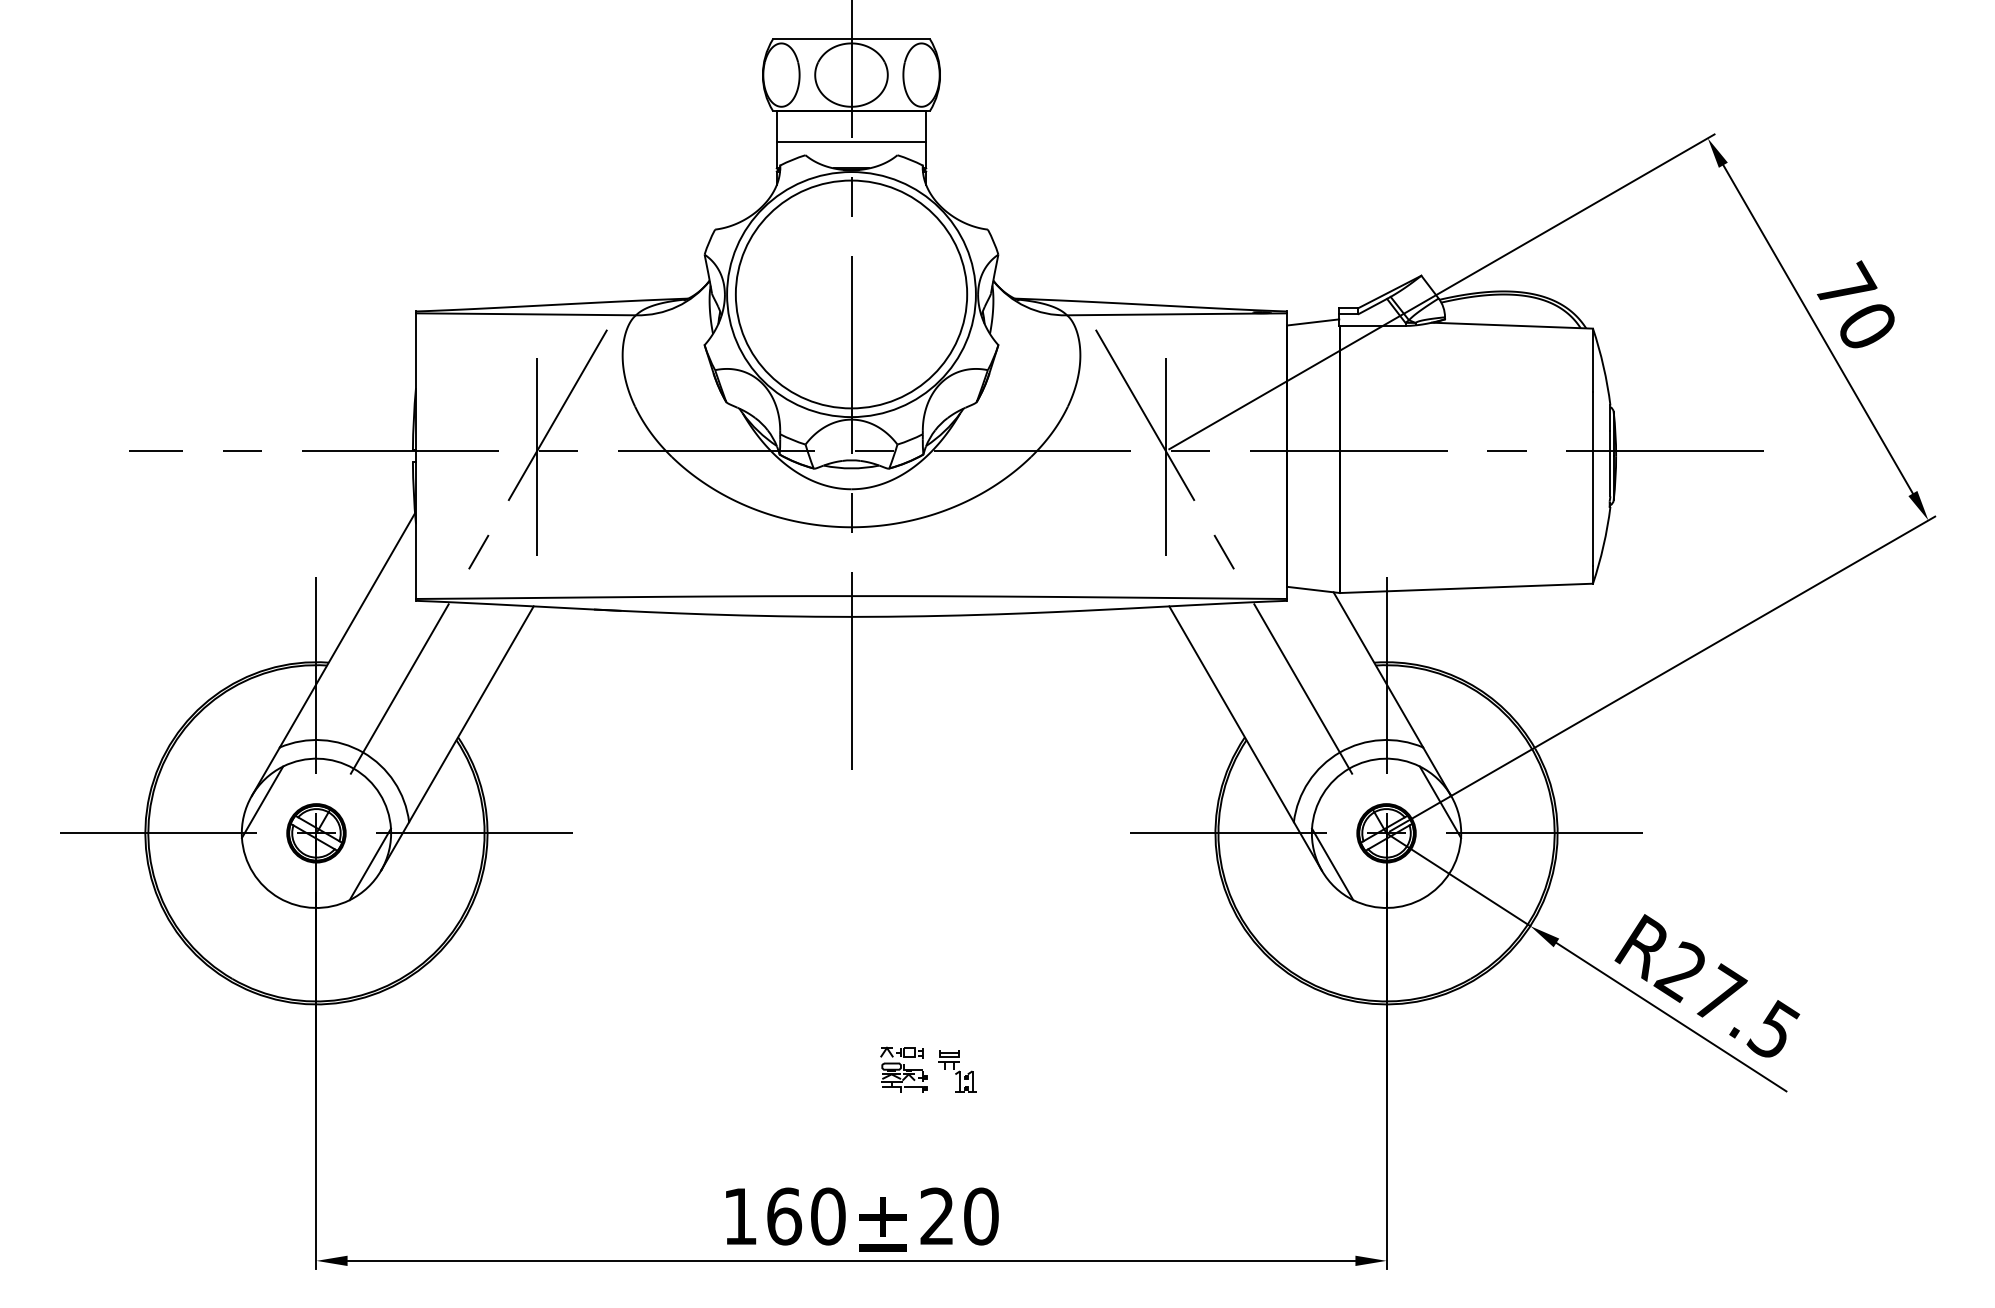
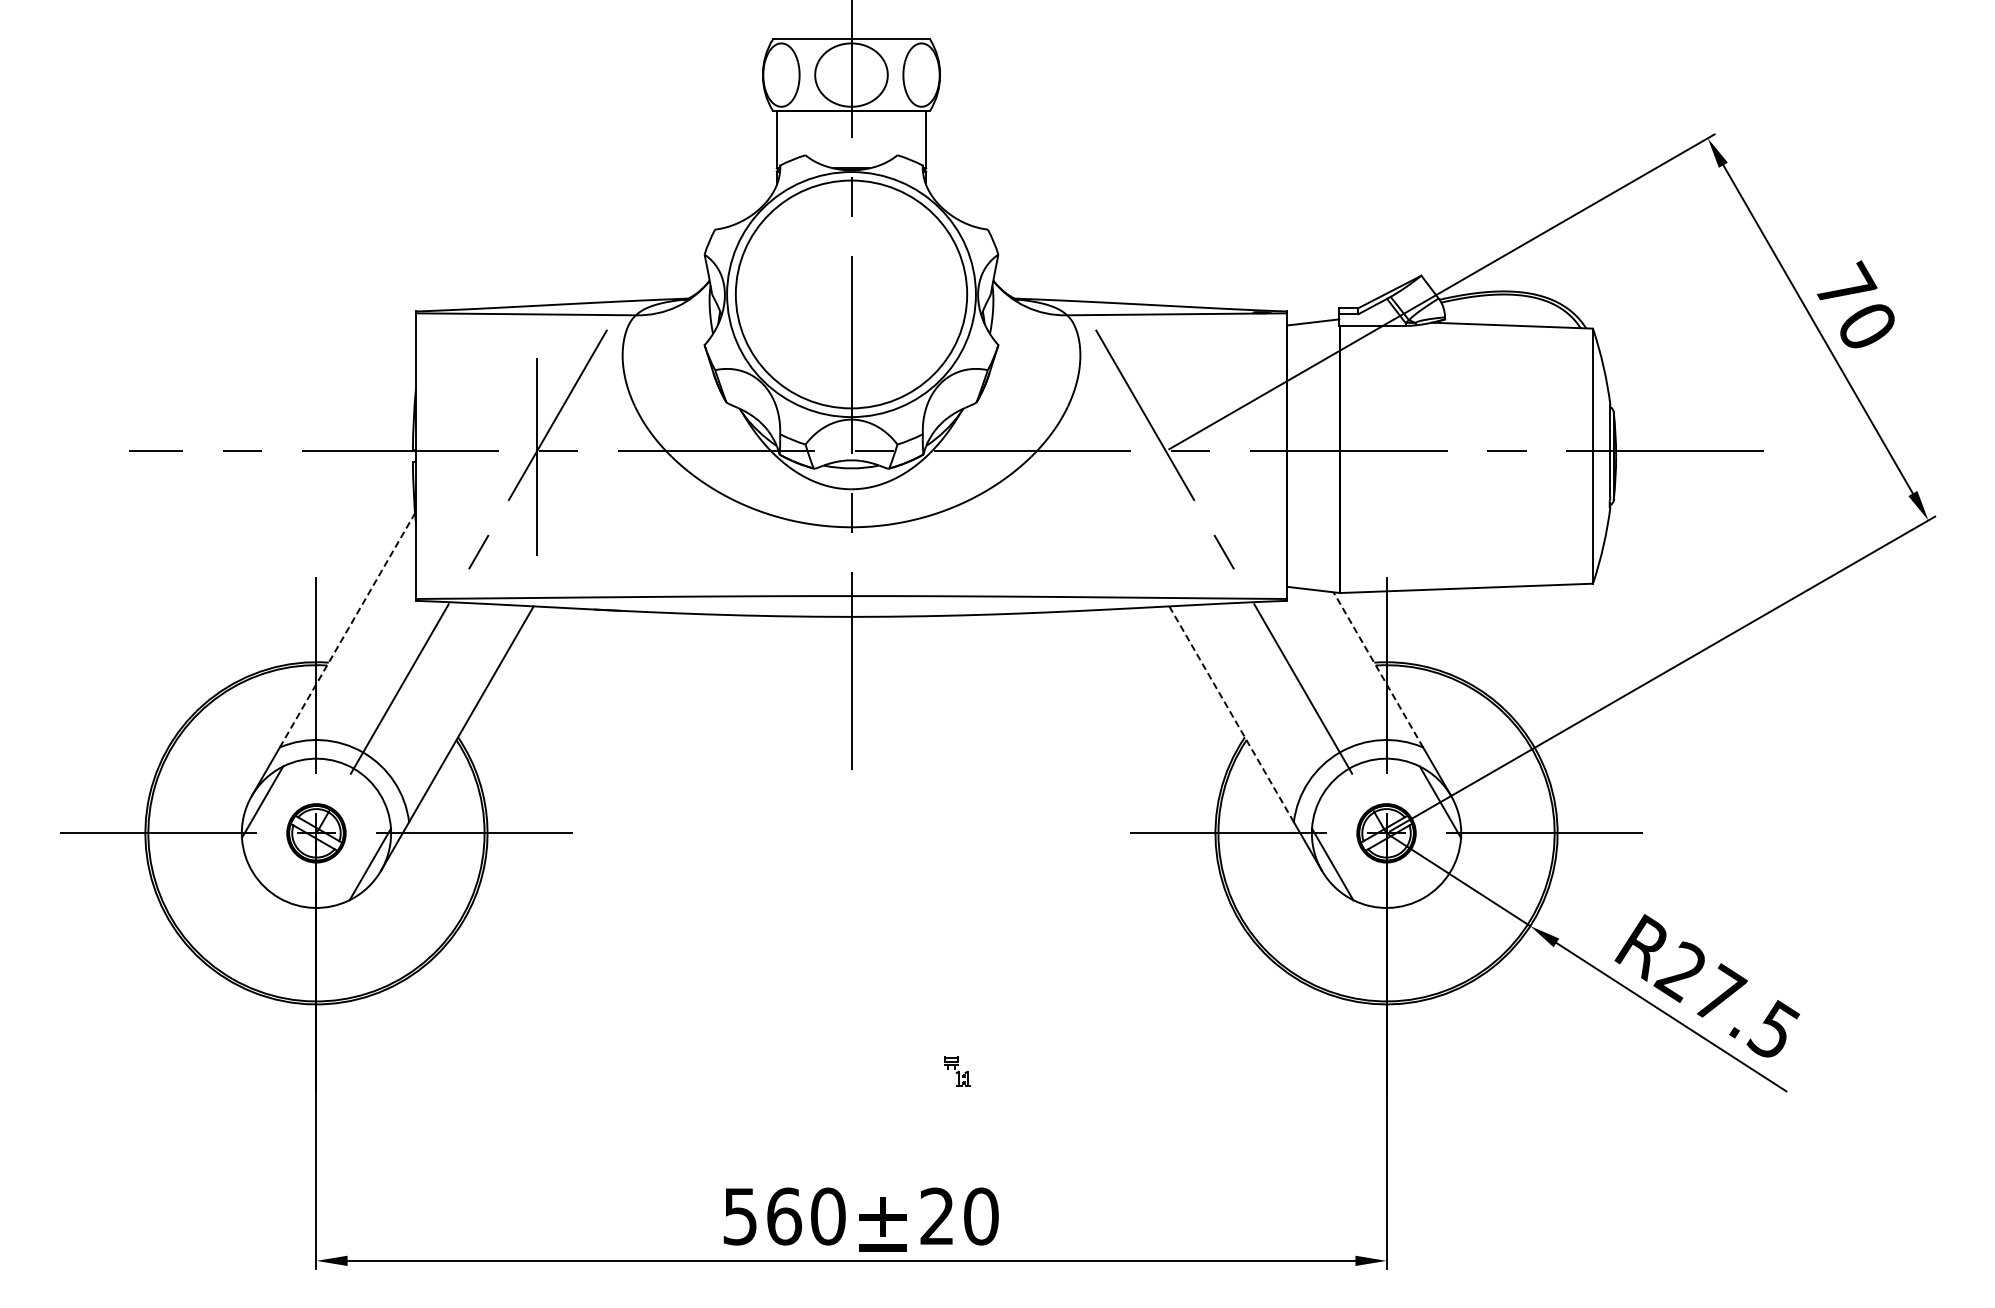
line at (851, 142): present -> none
line at (1165, 450): present -> none
line at (347, 629): solid -> dashed
line at (1378, 669): solid -> dashed
line at (1231, 714): solid -> dashed
part at (903, 1069): present -> none
part at (957, 1071) size: 39x43 px -> 27x31 px
text at (739, 1216): 160 -> 560
